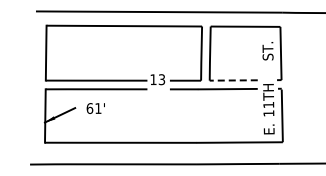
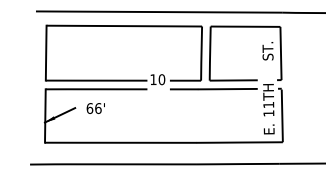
text at (161, 79): 13 -> 10
line at (233, 80): dashed -> solid
text at (98, 108): 61' -> 66'
